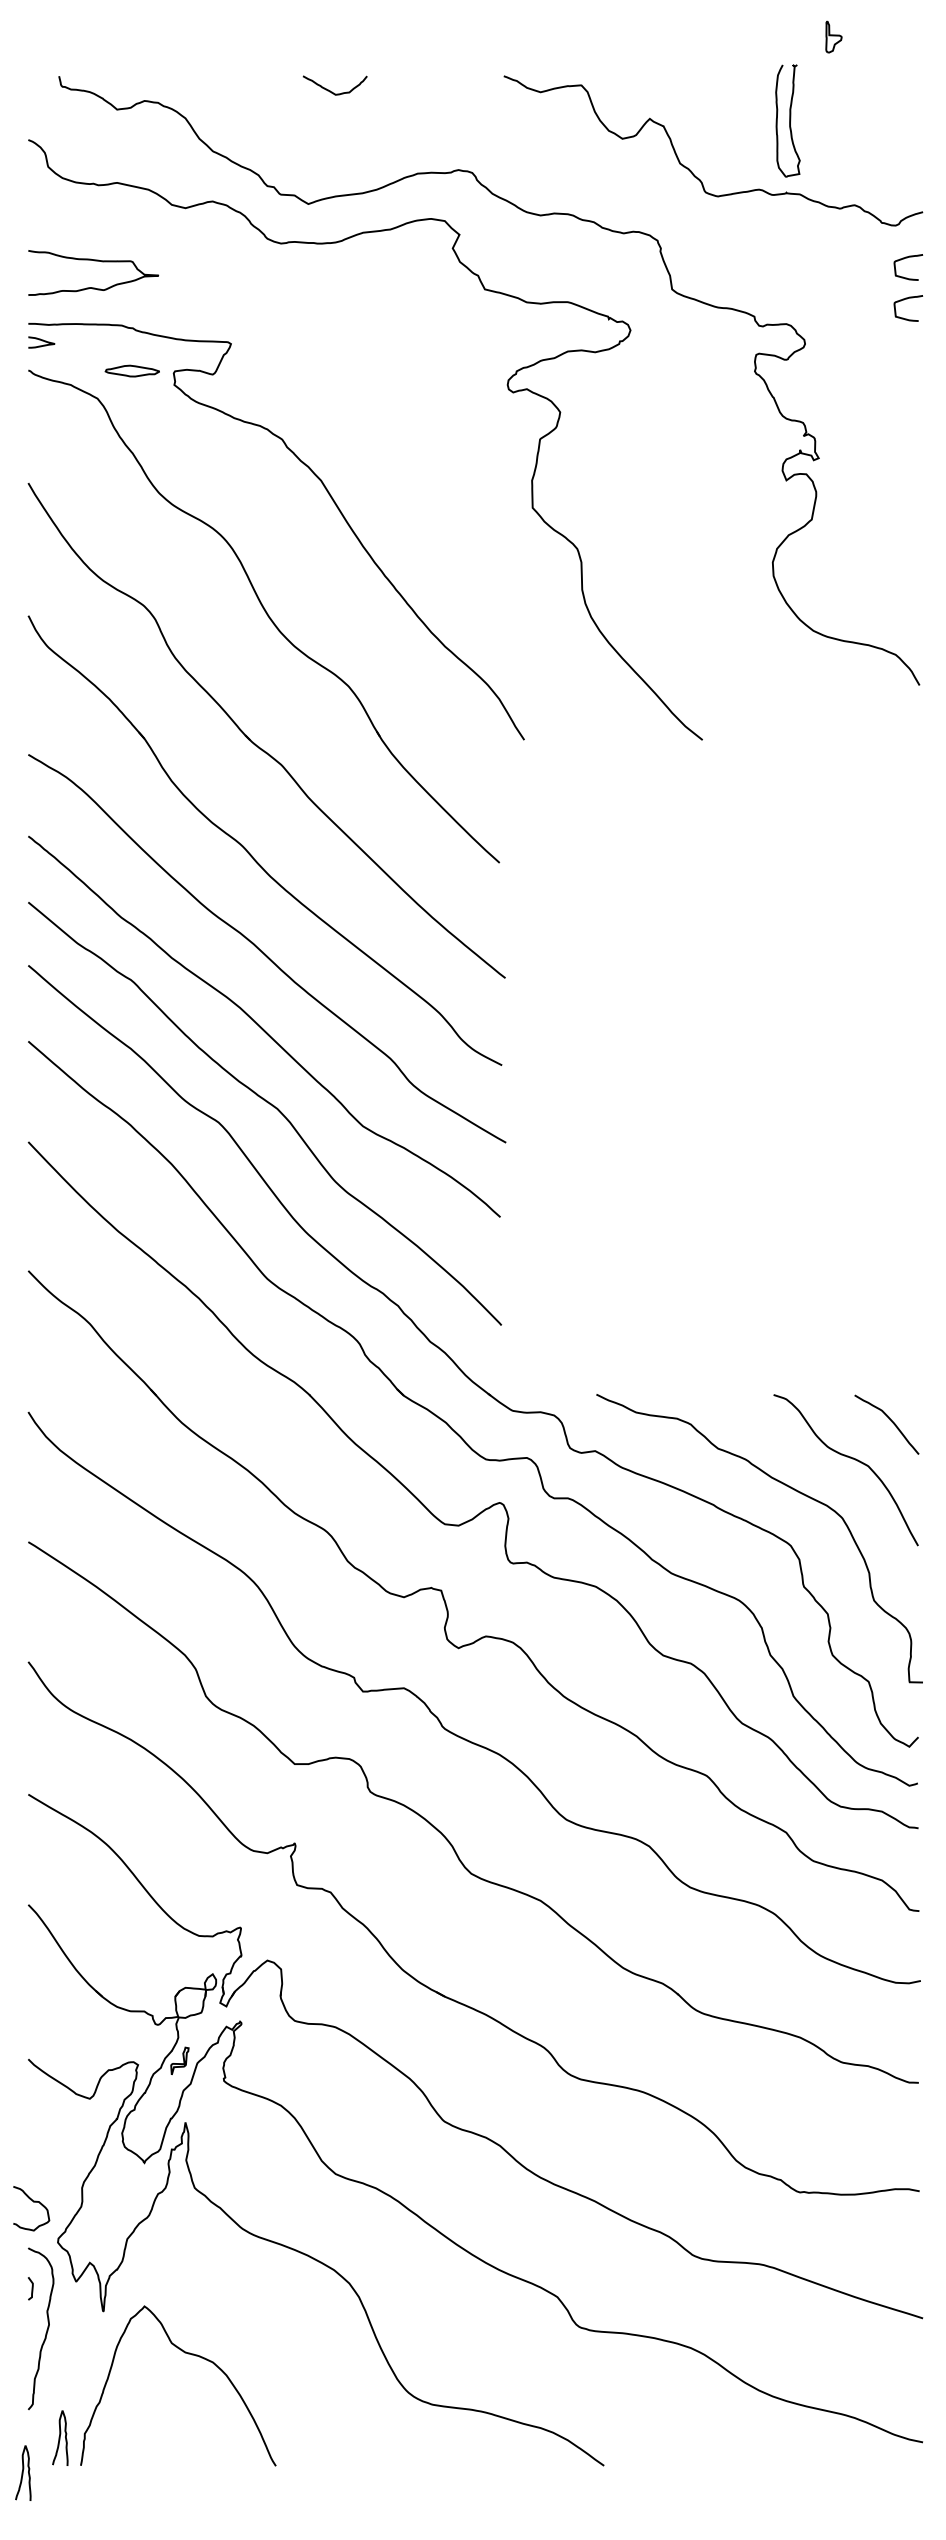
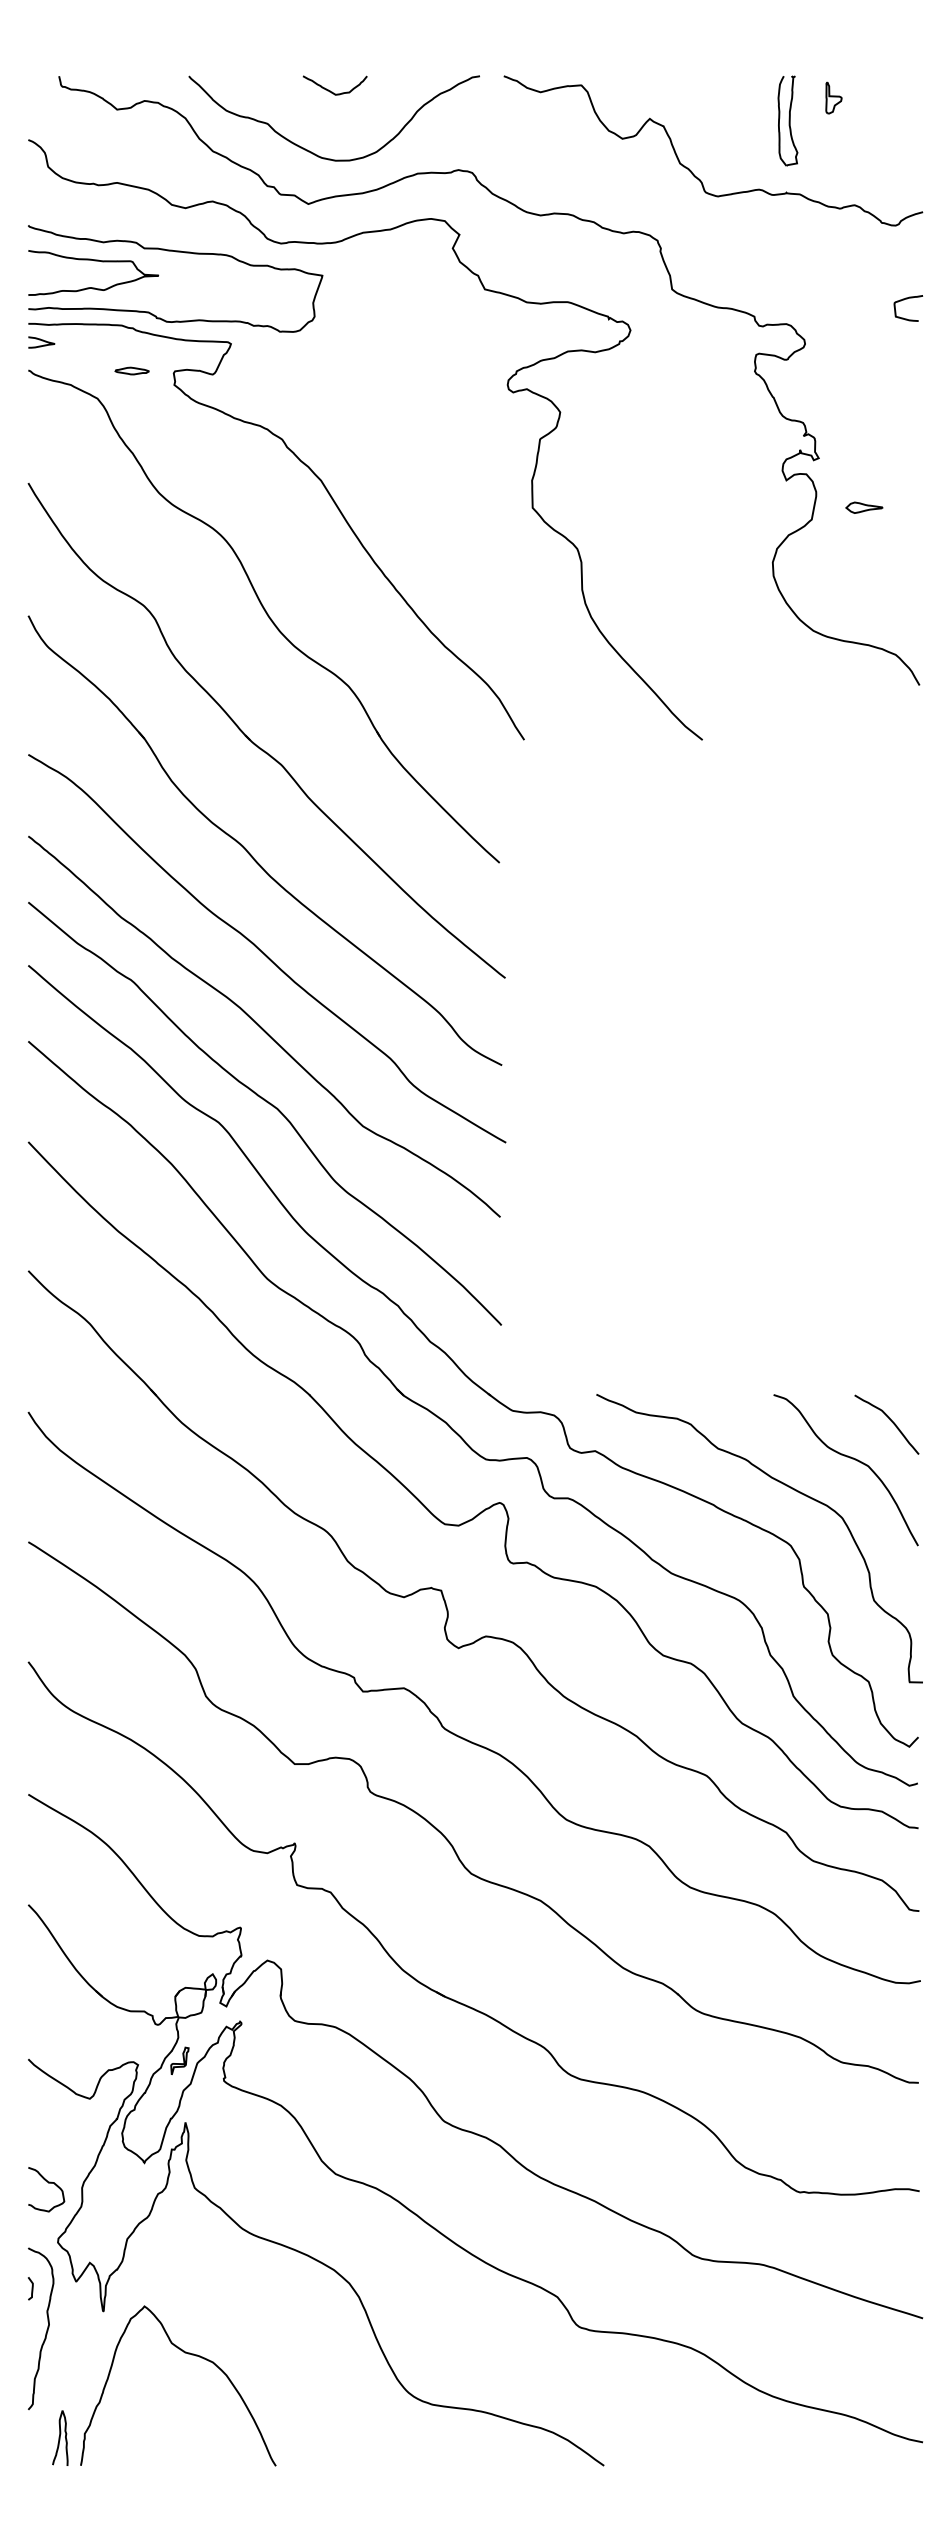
part at (833, 36) position: (833, 36) -> (833, 97)
part at (787, 120) size: 26x114 px -> 22x92 px
curve at (315, 153): none -> present
curve at (175, 252): none -> present
curve at (904, 259): present -> none
part at (131, 370) size: 56x14 px -> 36x10 px
part at (864, 507): none -> present
curve at (33, 2202) position: (33, 2202) -> (48, 2183)
curve at (23, 2472): present -> none
